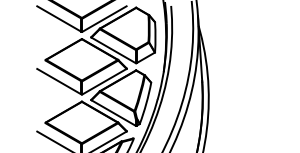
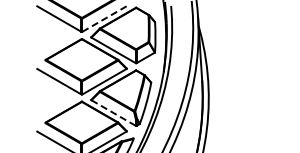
line at (104, 19): solid -> dashed
line at (113, 113): solid -> dashed
